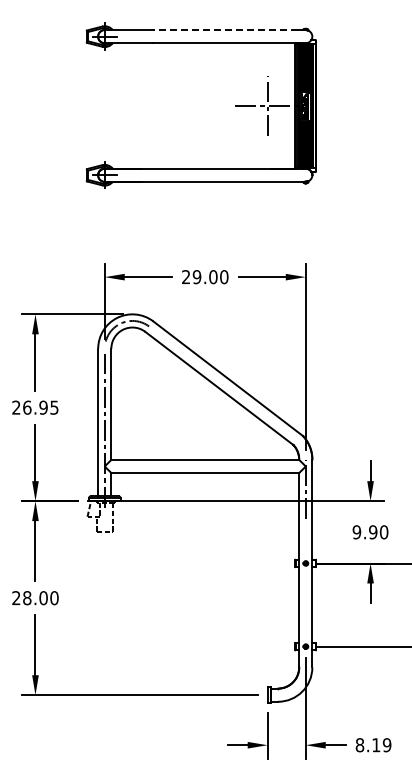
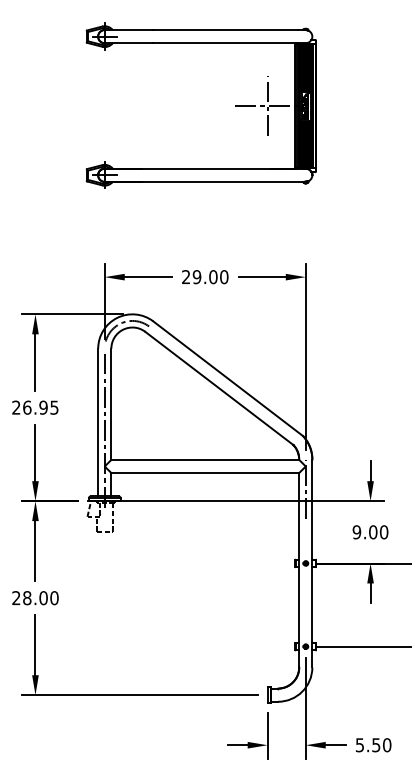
line at (225, 30): dashed -> solid
text at (373, 532): 9.90 -> 9.00
text at (373, 745): 8.19 -> 5.50
